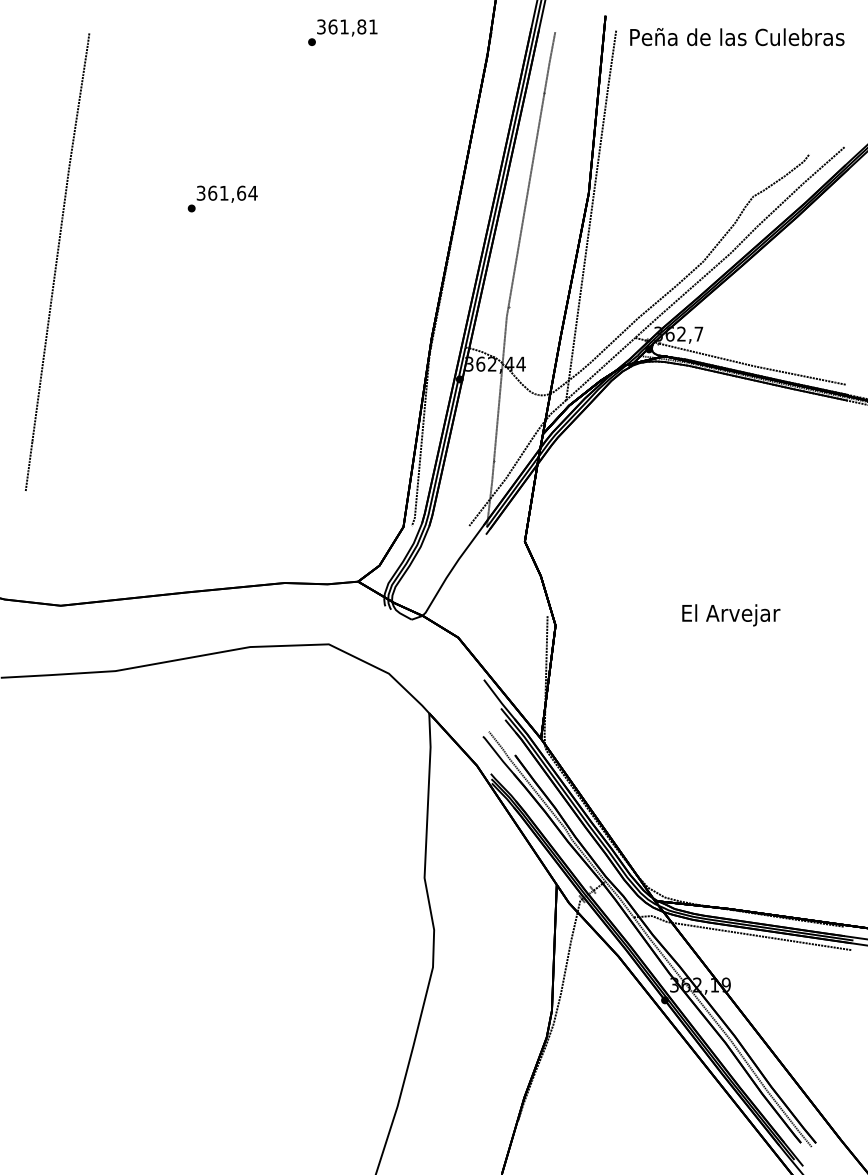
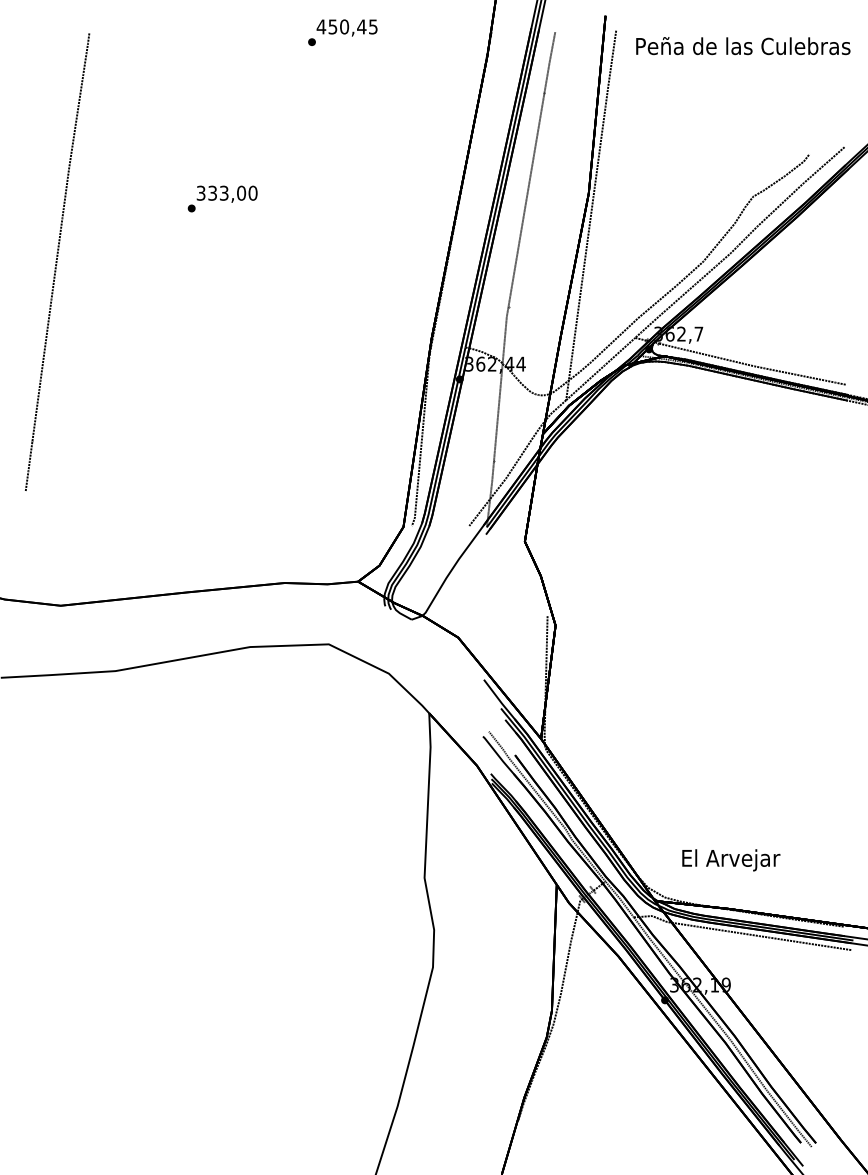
text at (346, 26): 361,81 -> 450,45
text at (737, 37) position: (737, 37) -> (743, 46)
text at (232, 192): 361,64 -> 333,00
text at (731, 615) position: (731, 615) -> (731, 860)
